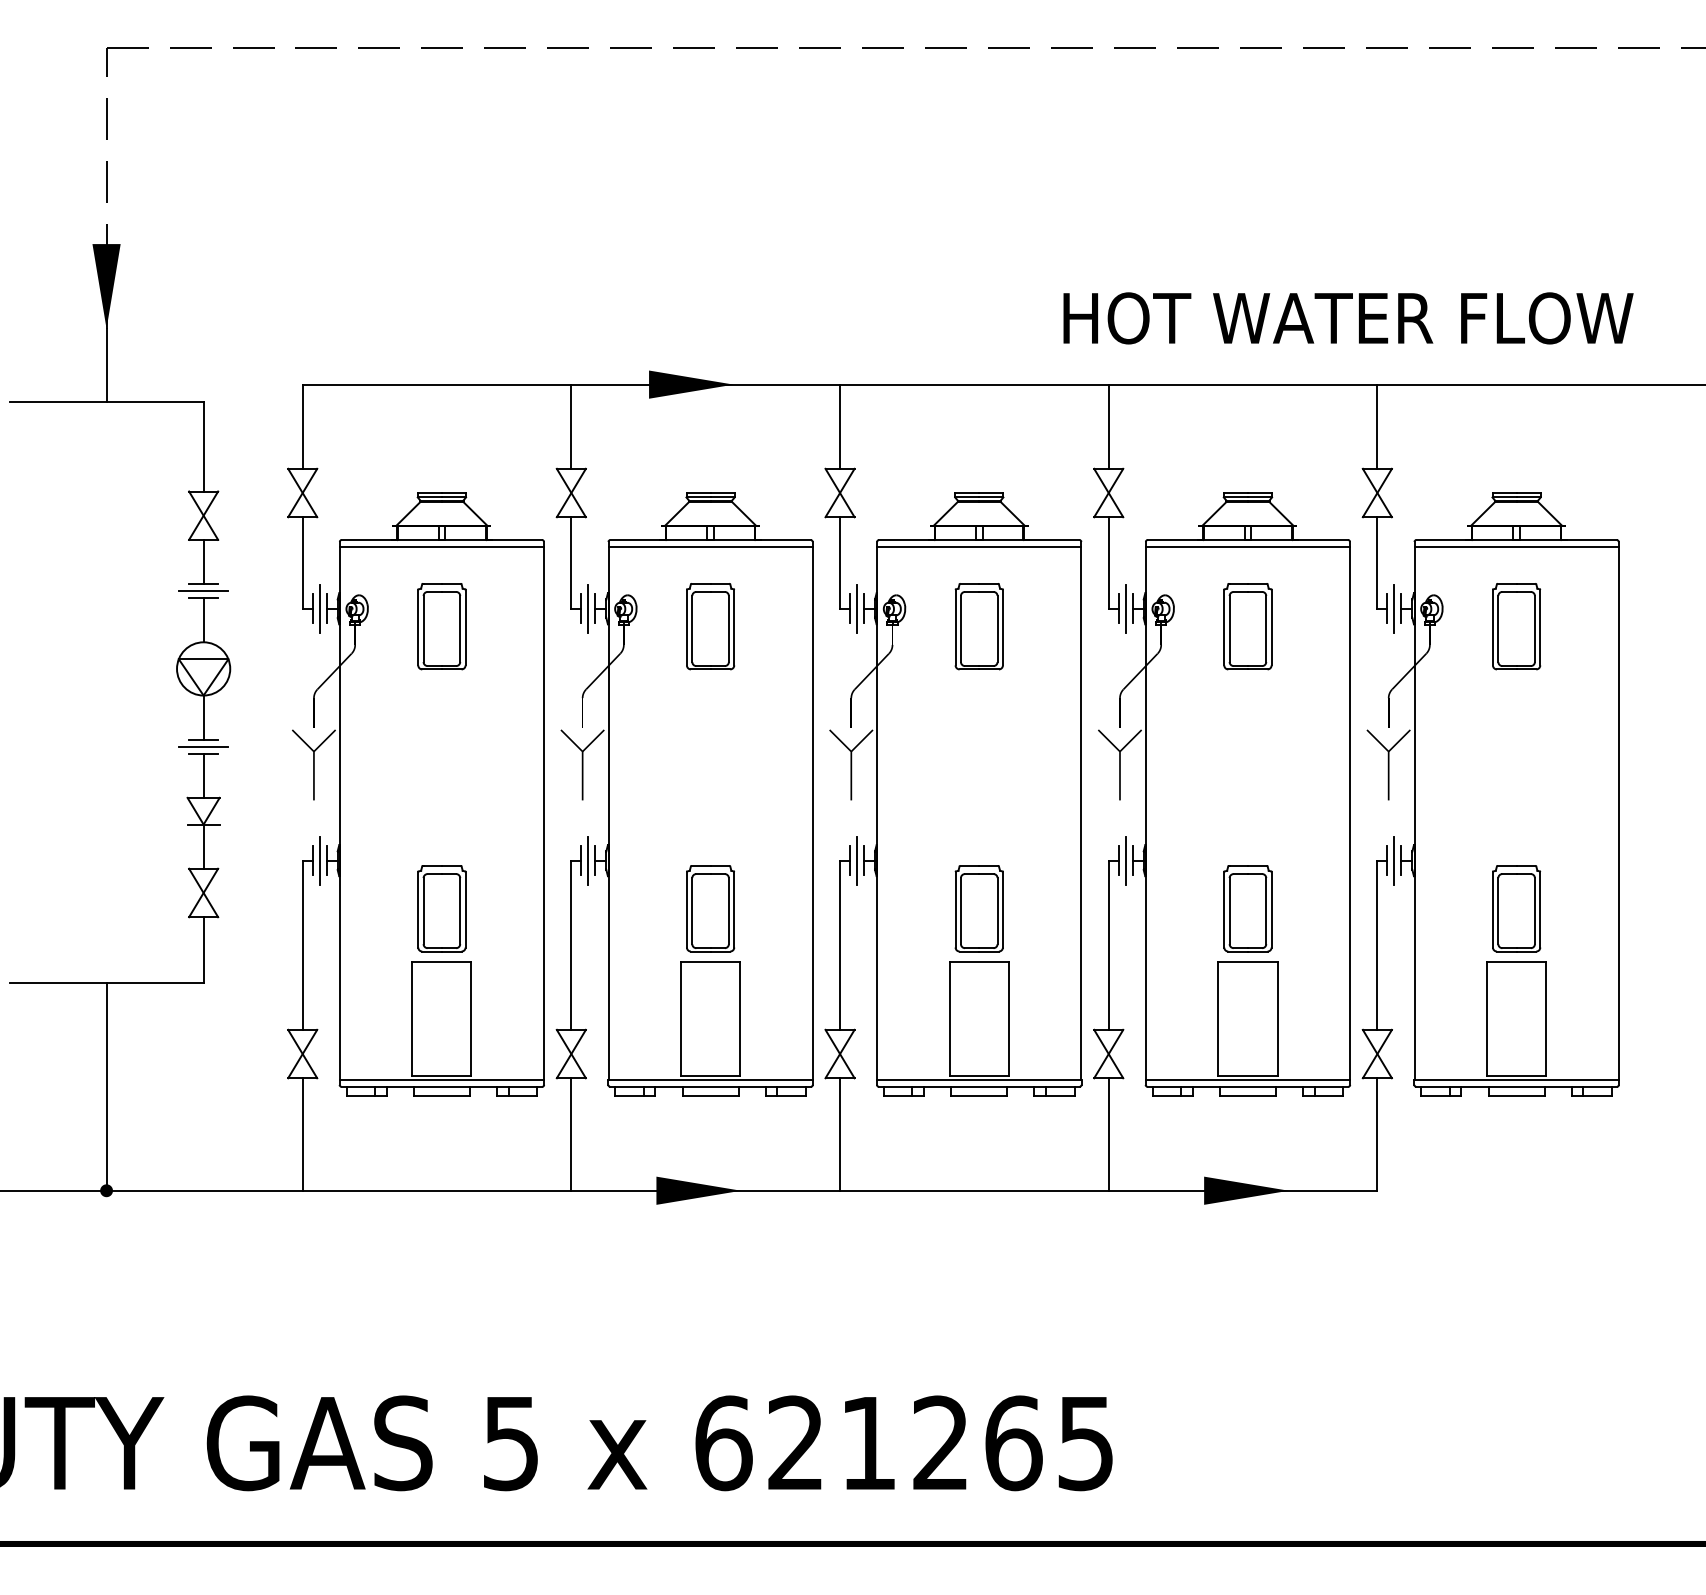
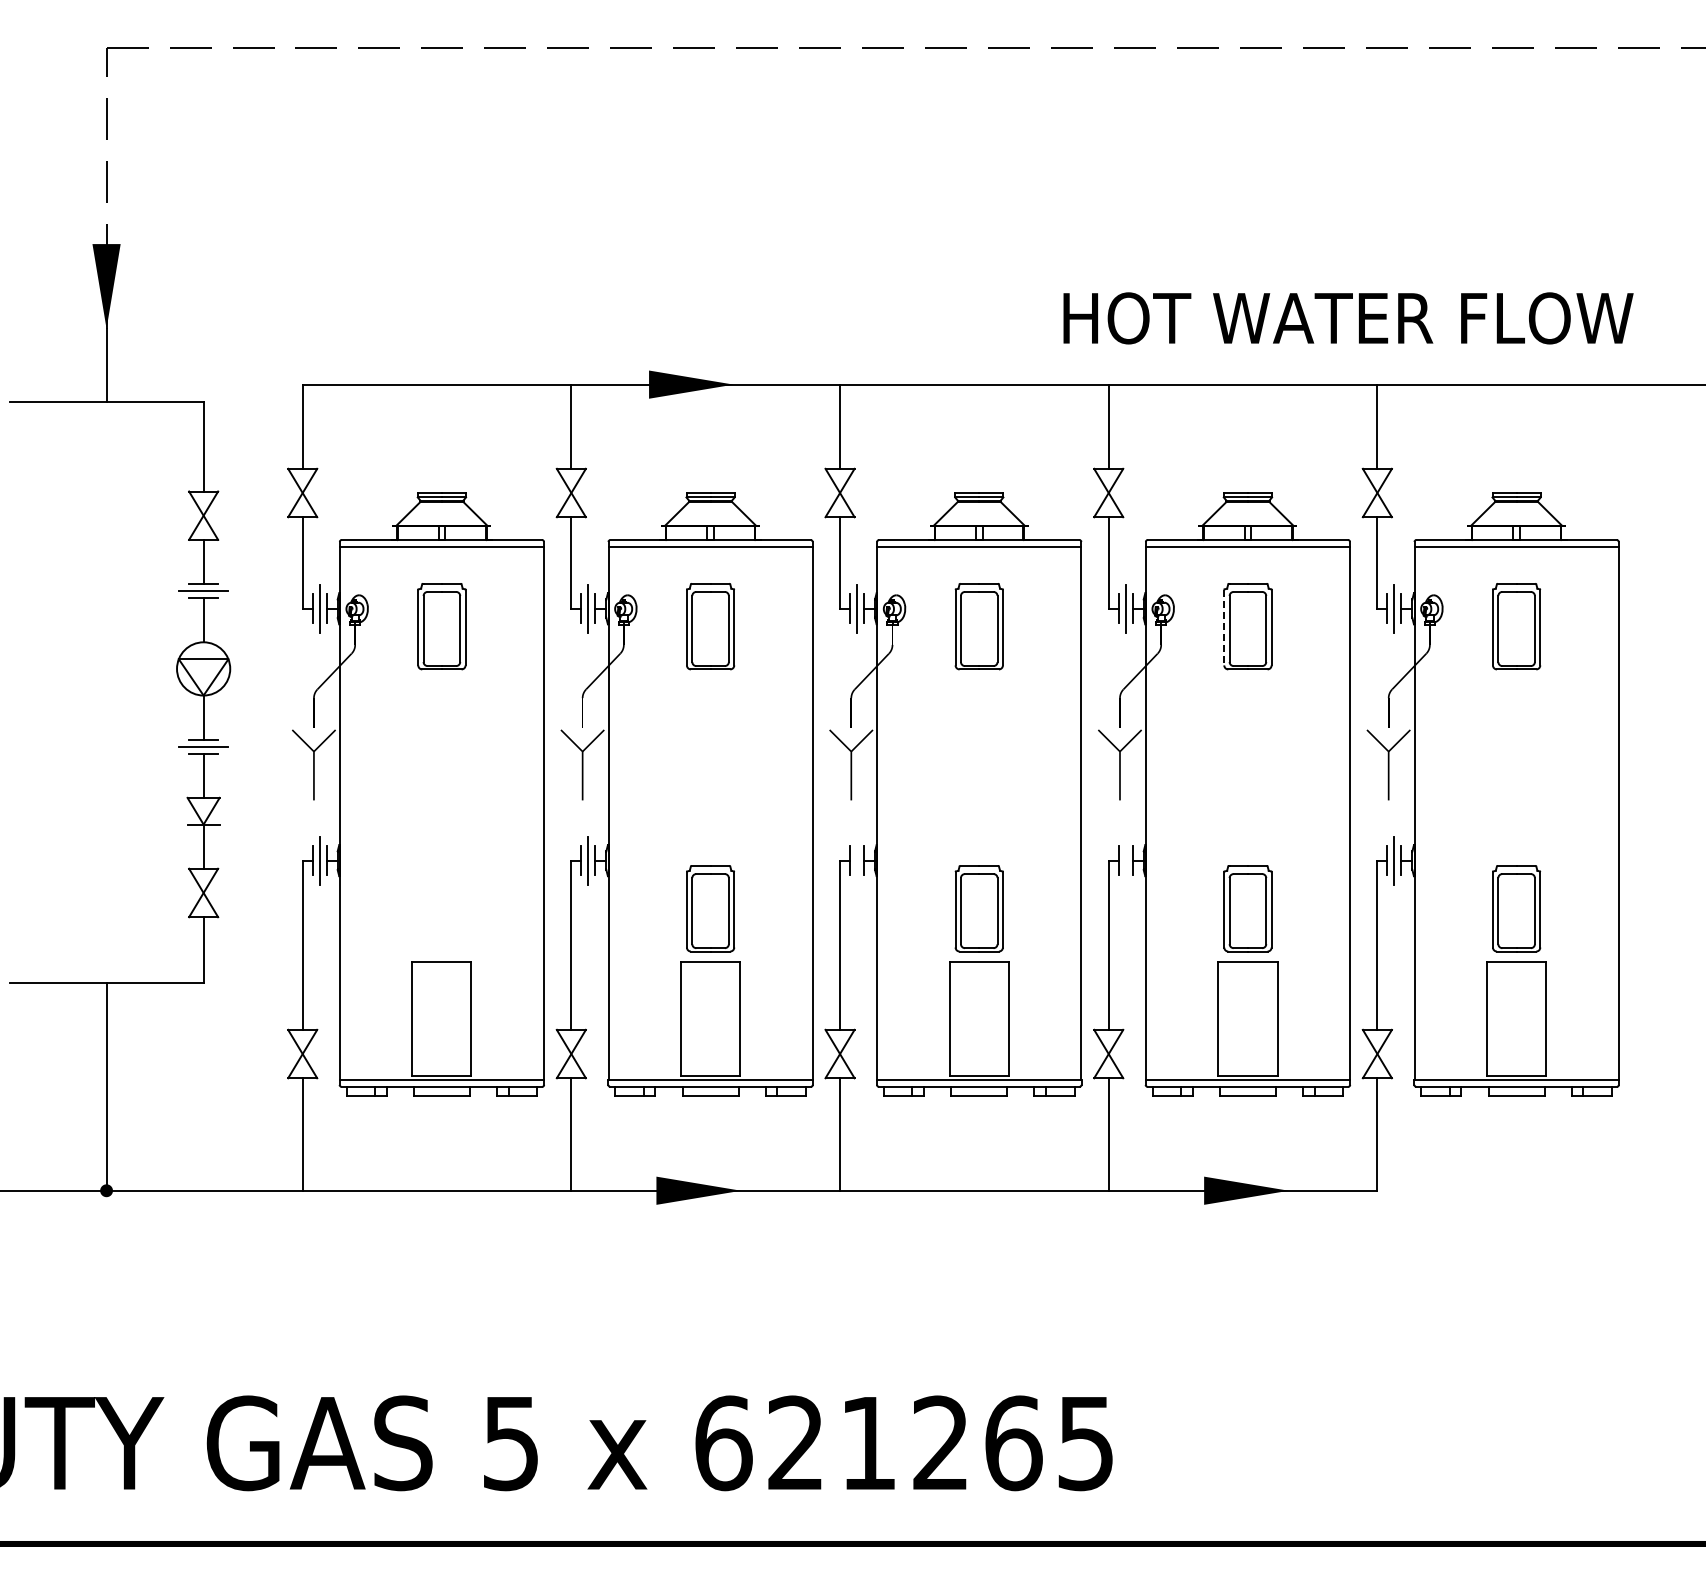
line at (1224, 627): solid -> dashed
line at (857, 860): present -> none
line at (1125, 860): present -> none
part at (441, 908): present -> none
